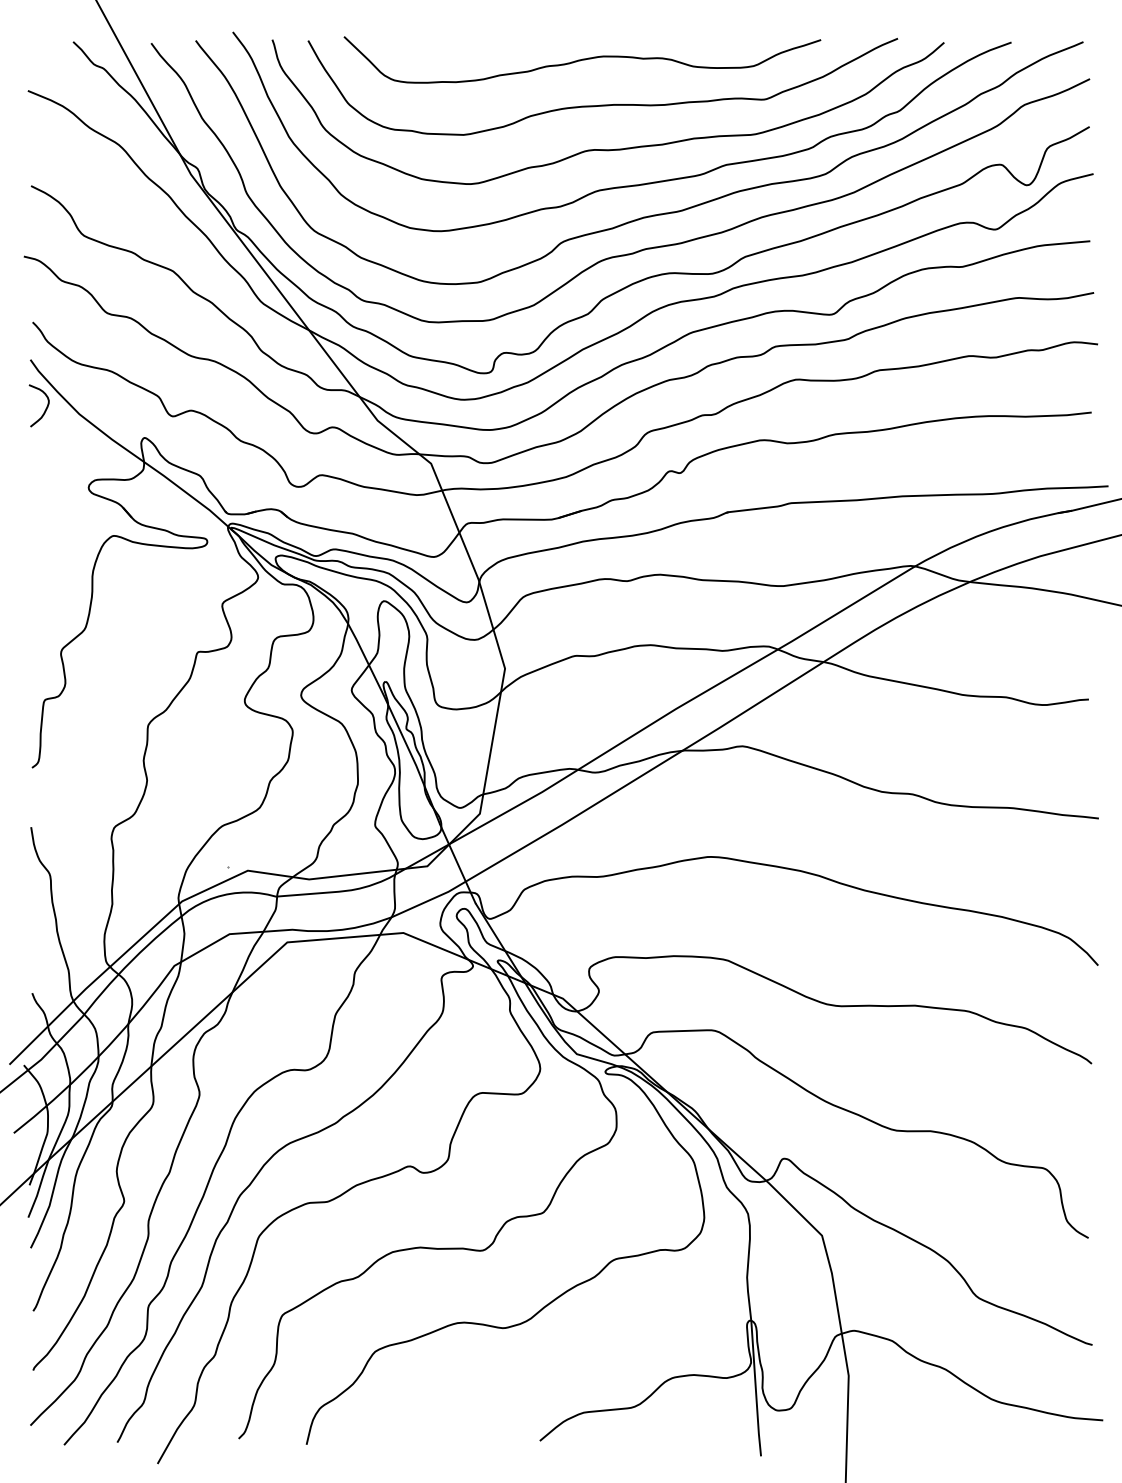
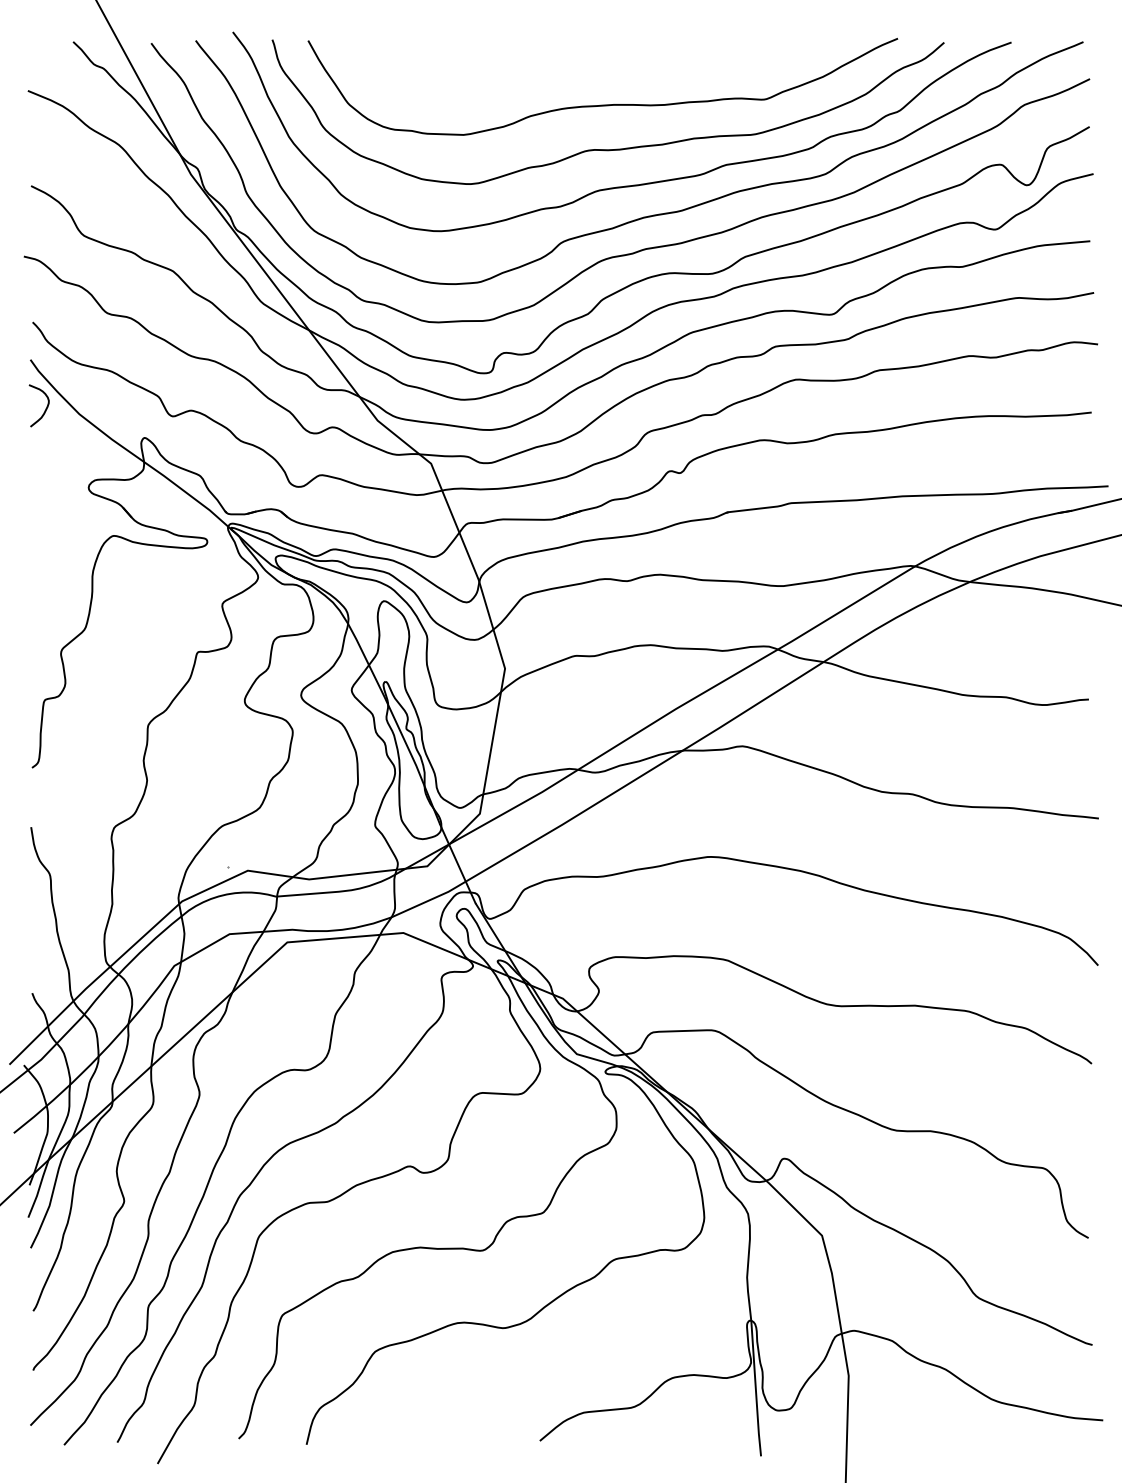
curve at (582, 59): present -> none
